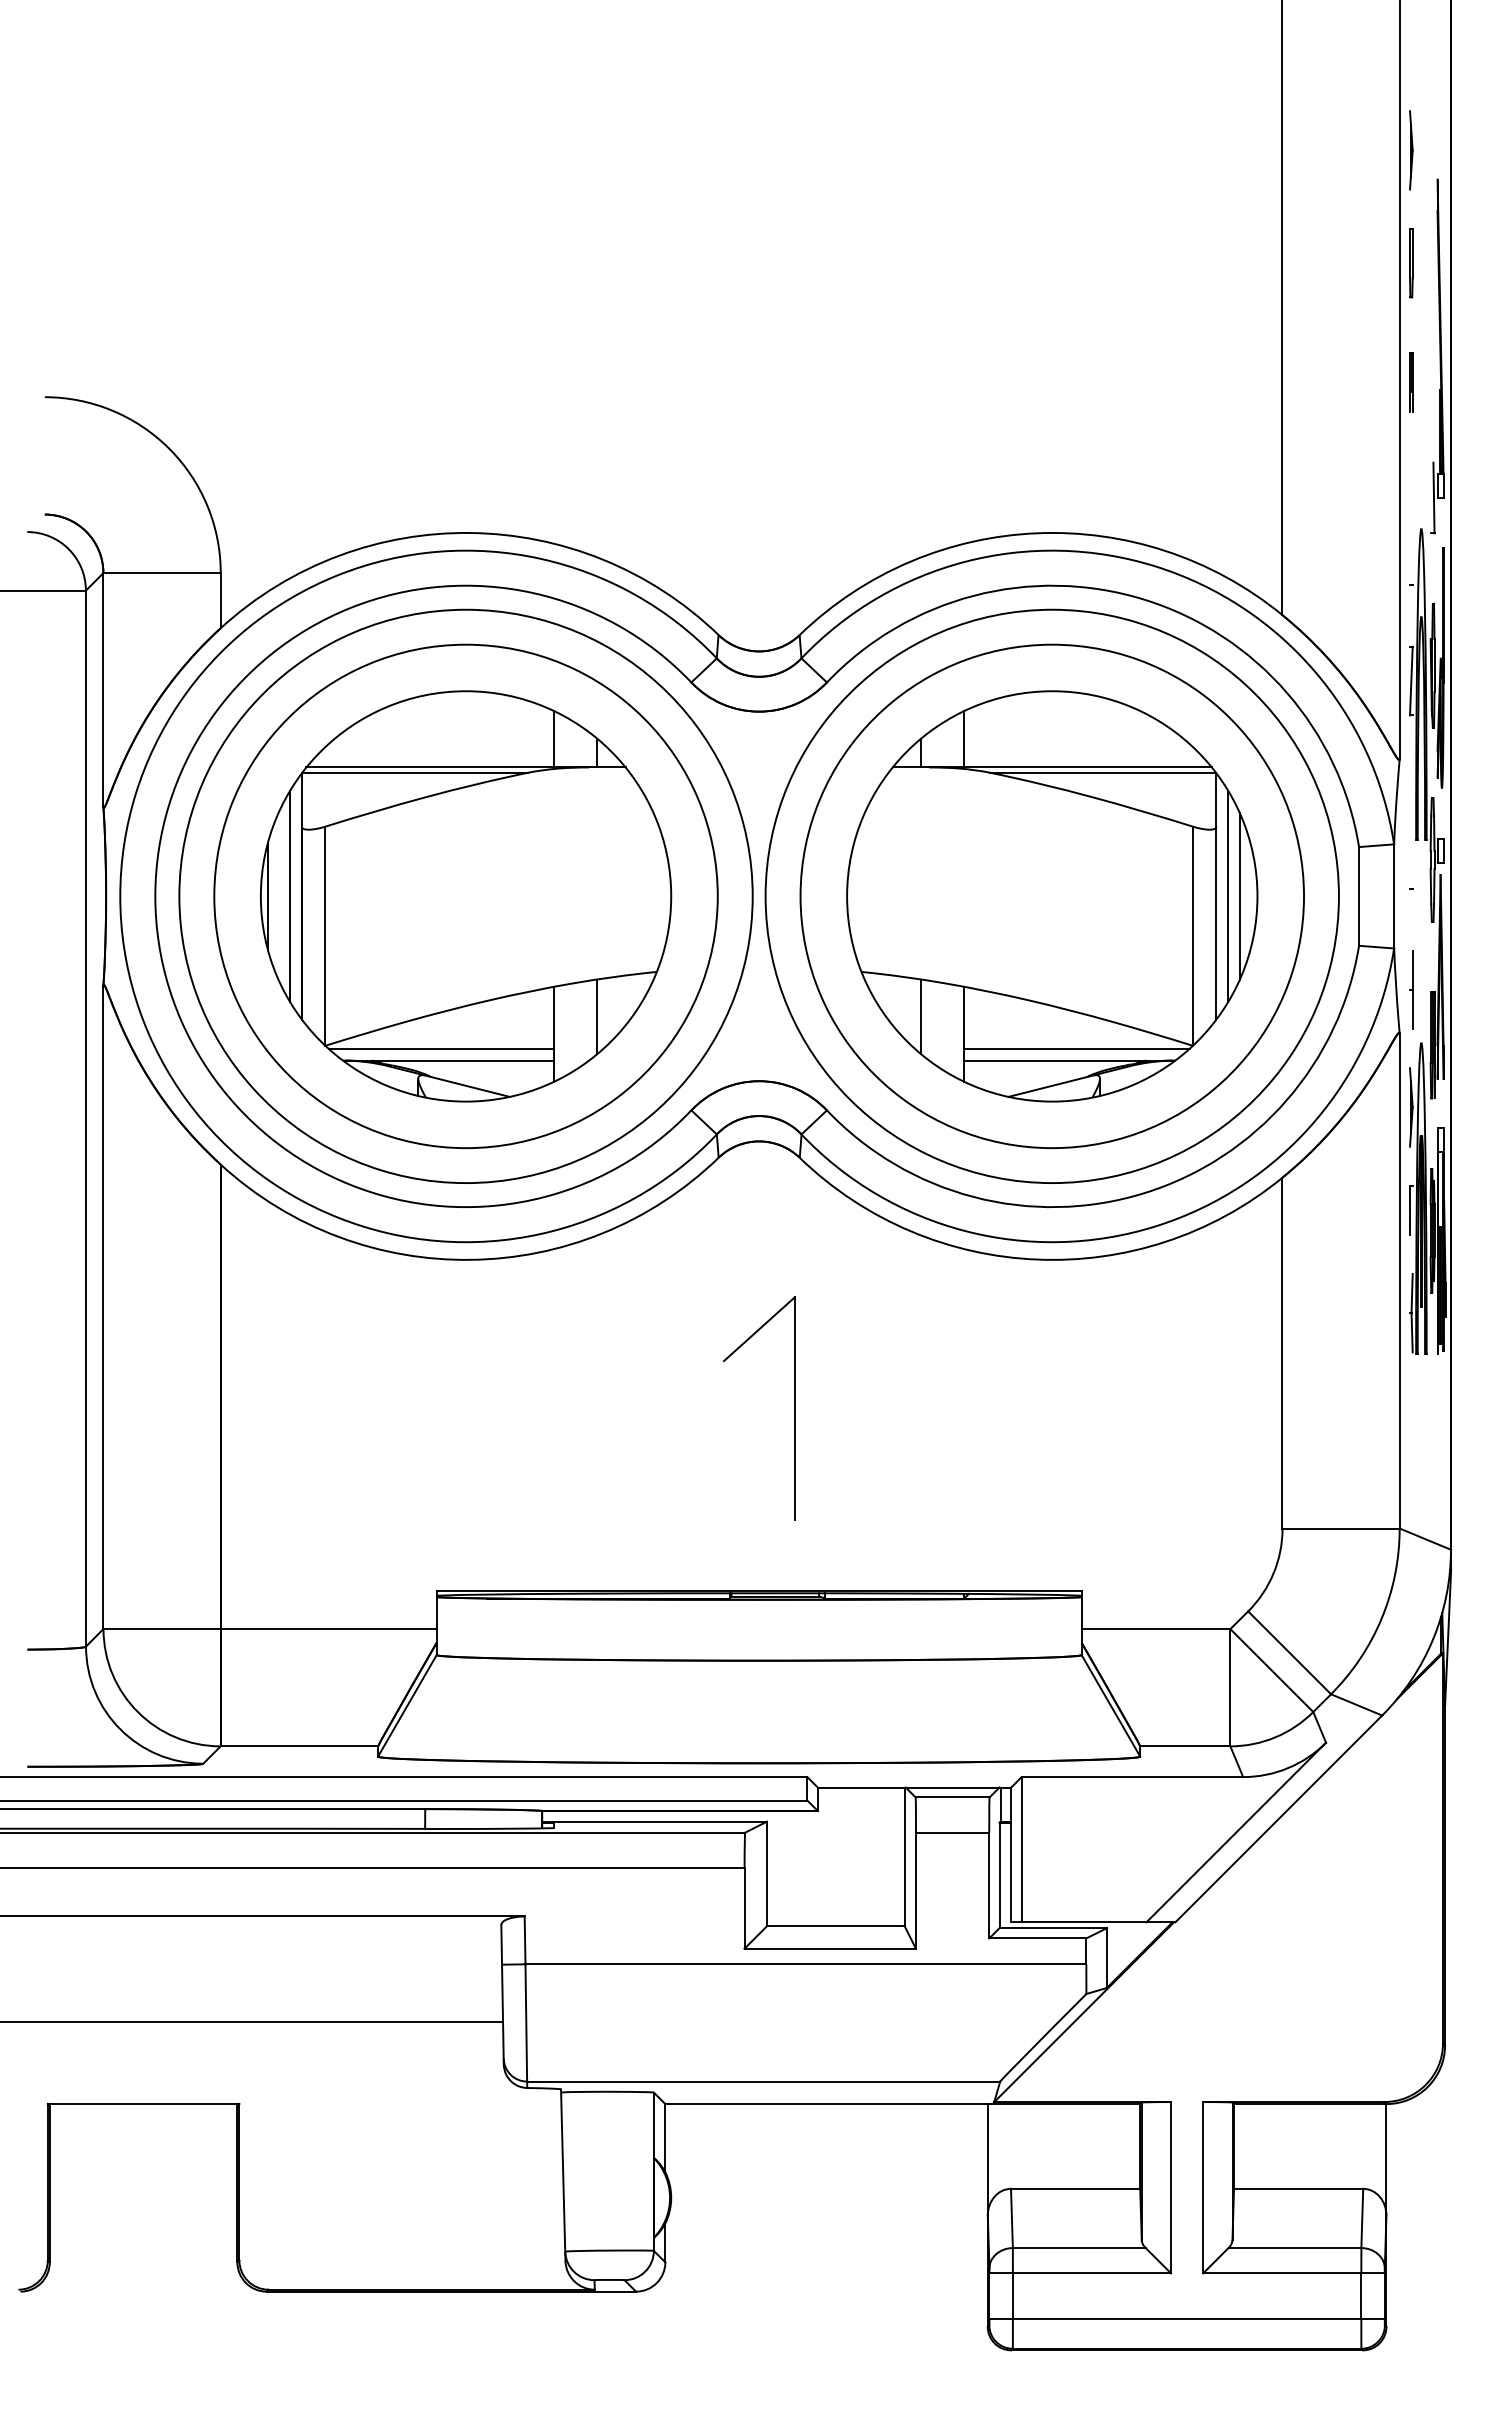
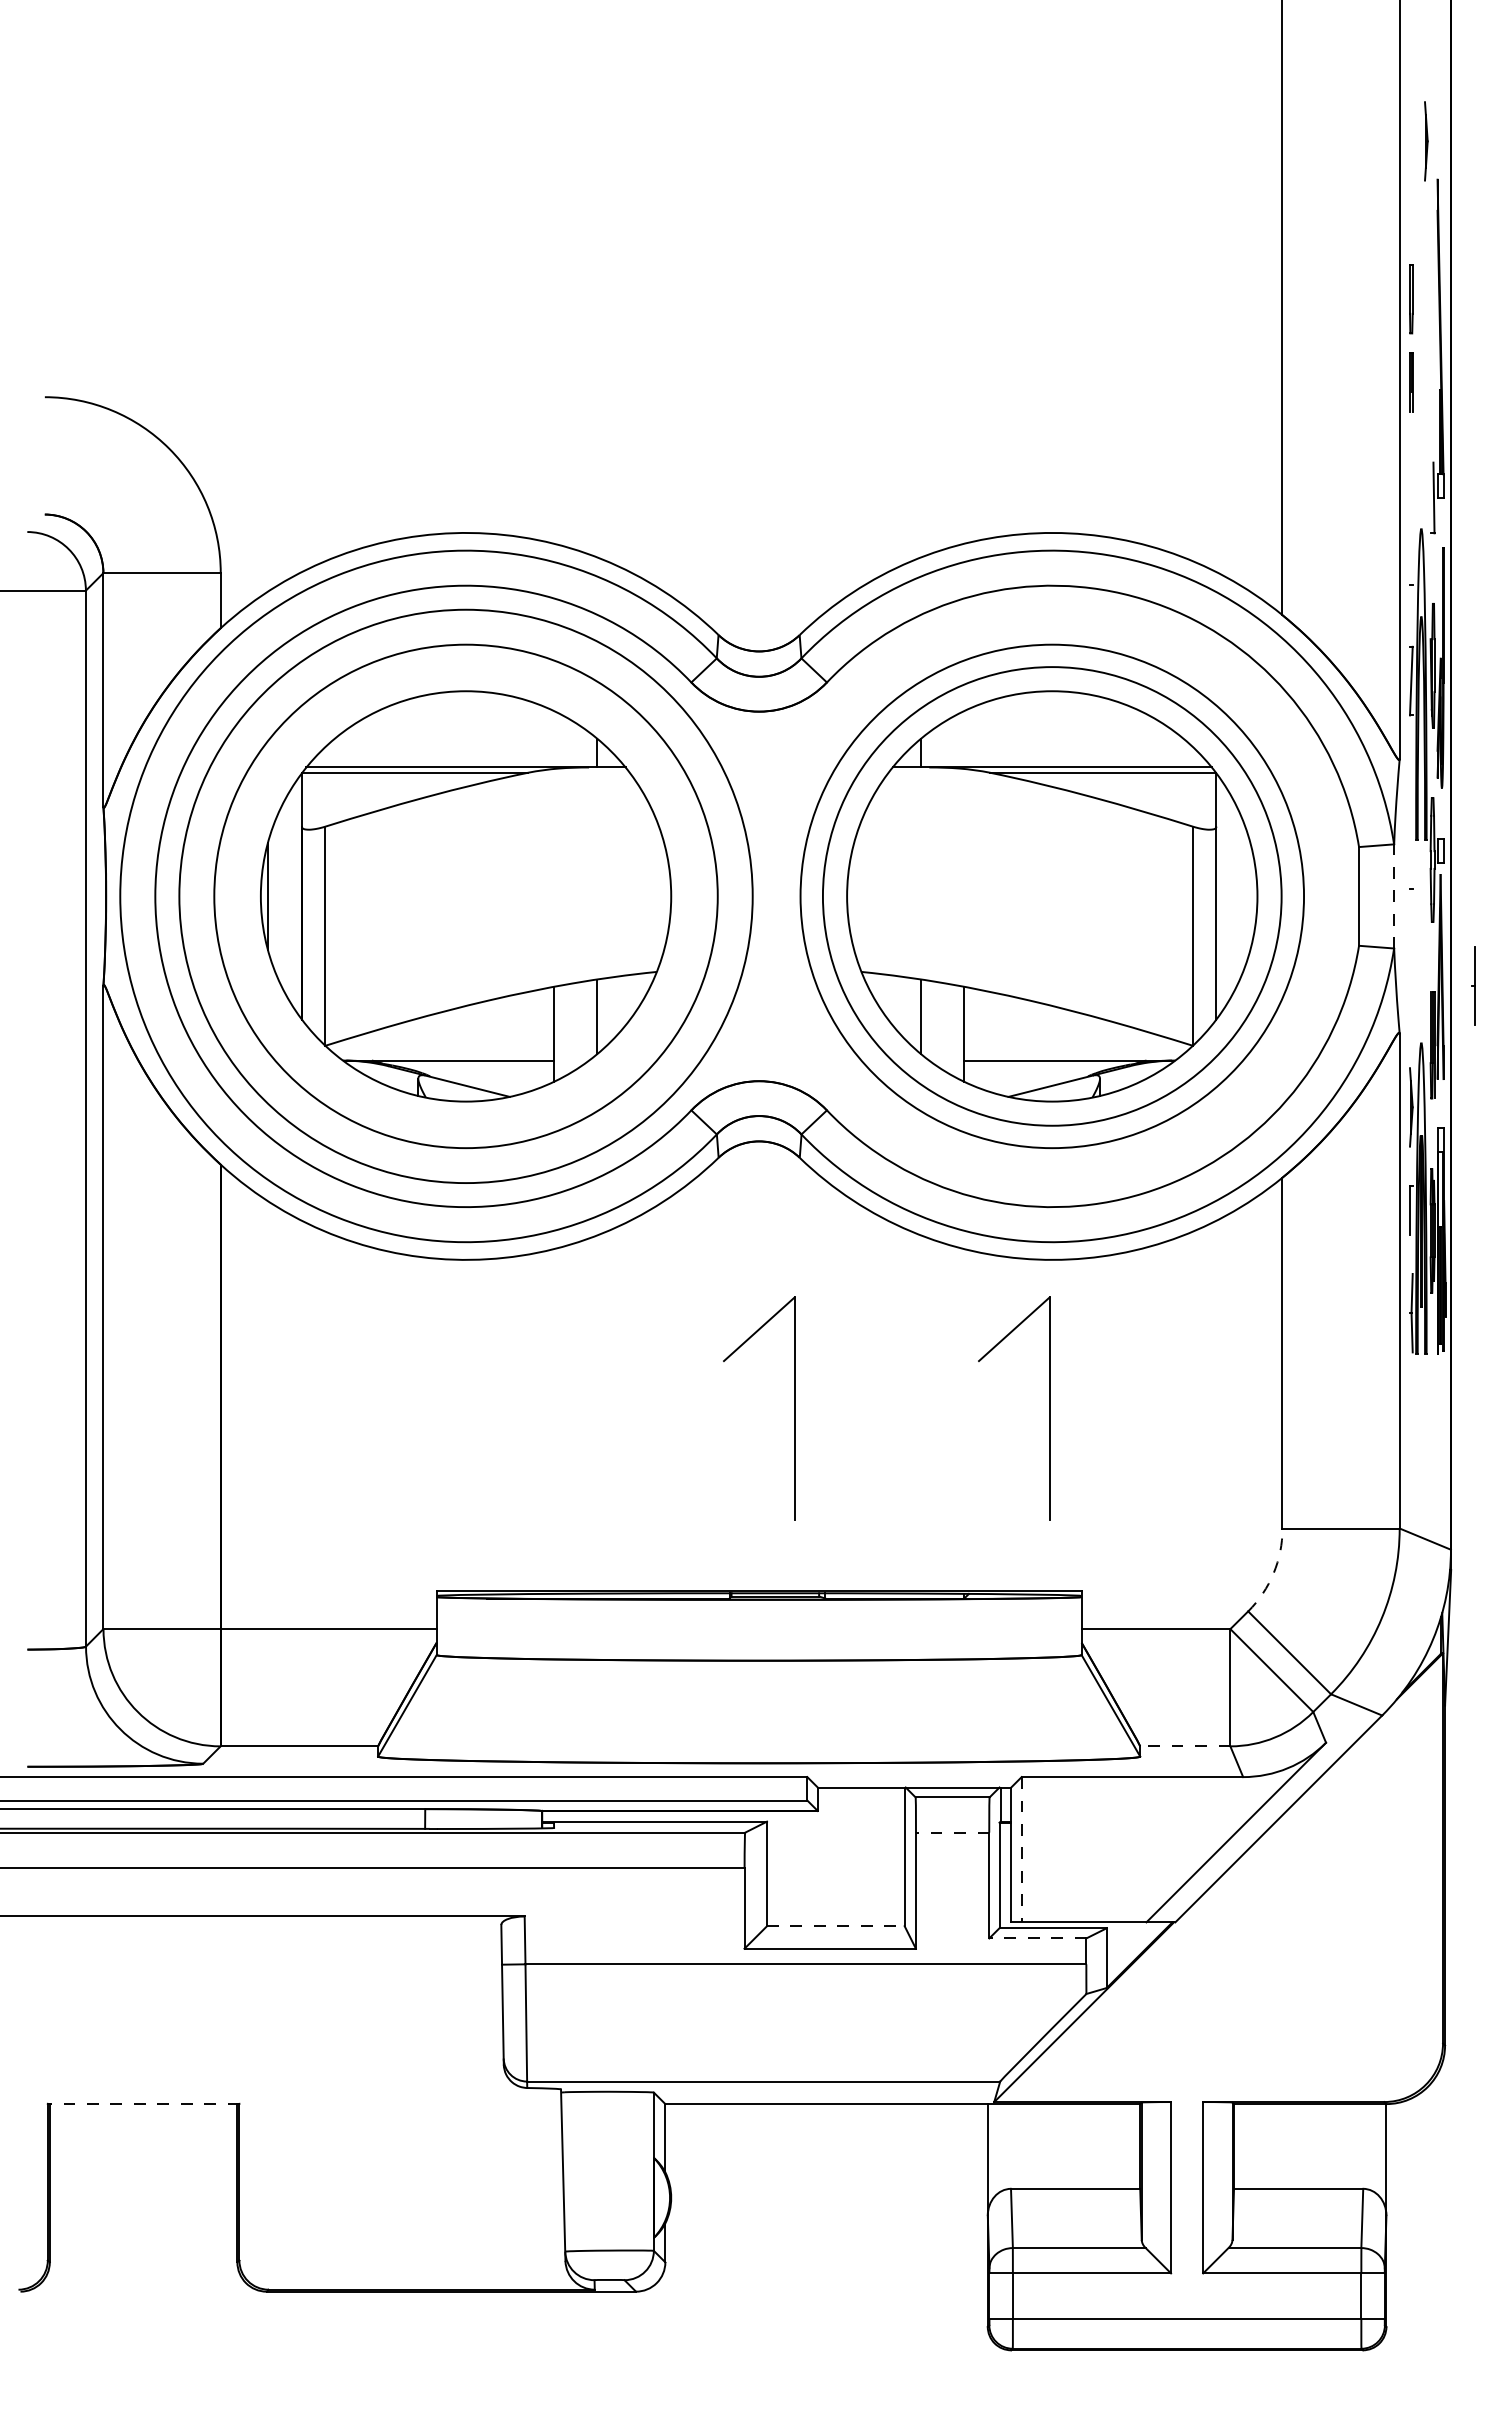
part at (1411, 150) position: (1411, 150) -> (1426, 141)
line at (1410, 263) position: (1410, 263) -> (1410, 299)
line at (553, 739): present -> none
line at (964, 739): present -> none
line at (1239, 895): present -> none
line at (290, 896): present -> none
circle at (1051, 896) diameter: 573 px -> 459 px
line at (1228, 896): present -> none
line at (1394, 896): solid -> dashed
part at (1411, 989) position: (1411, 989) -> (1473, 985)
line at (440, 1048): present -> none
line at (1076, 1048): present -> none
part at (1049, 1408): none -> present
arc at (1273, 1573): solid -> dashed
line at (1184, 1746): solid -> dashed
line at (952, 1832): solid -> dashed
line at (1021, 1849): solid -> dashed
line at (835, 1926): solid -> dashed
line at (1037, 1938): solid -> dashed
line at (252, 2022): present -> none
line at (143, 2103): solid -> dashed
